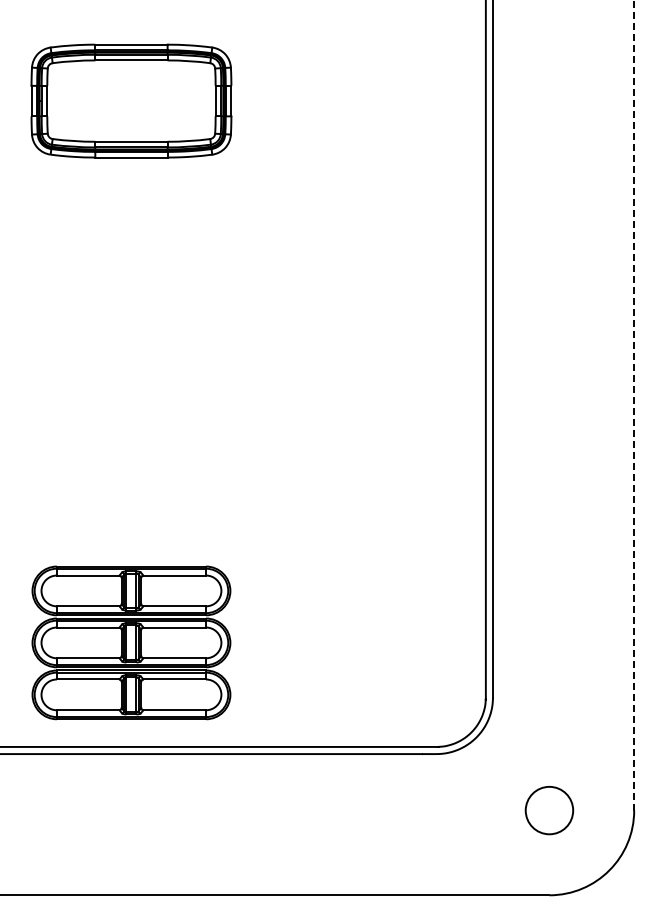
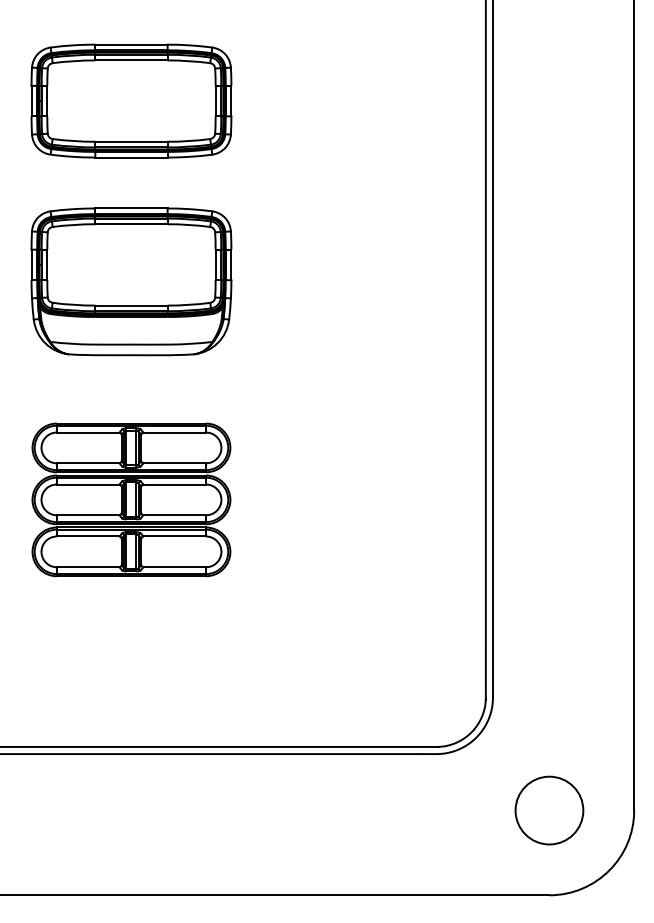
part at (131, 281): none -> present
line at (634, 405): dashed -> solid
part at (131, 642) position: (131, 642) -> (131, 499)
circle at (549, 810) diameter: 47 px -> 68 px
